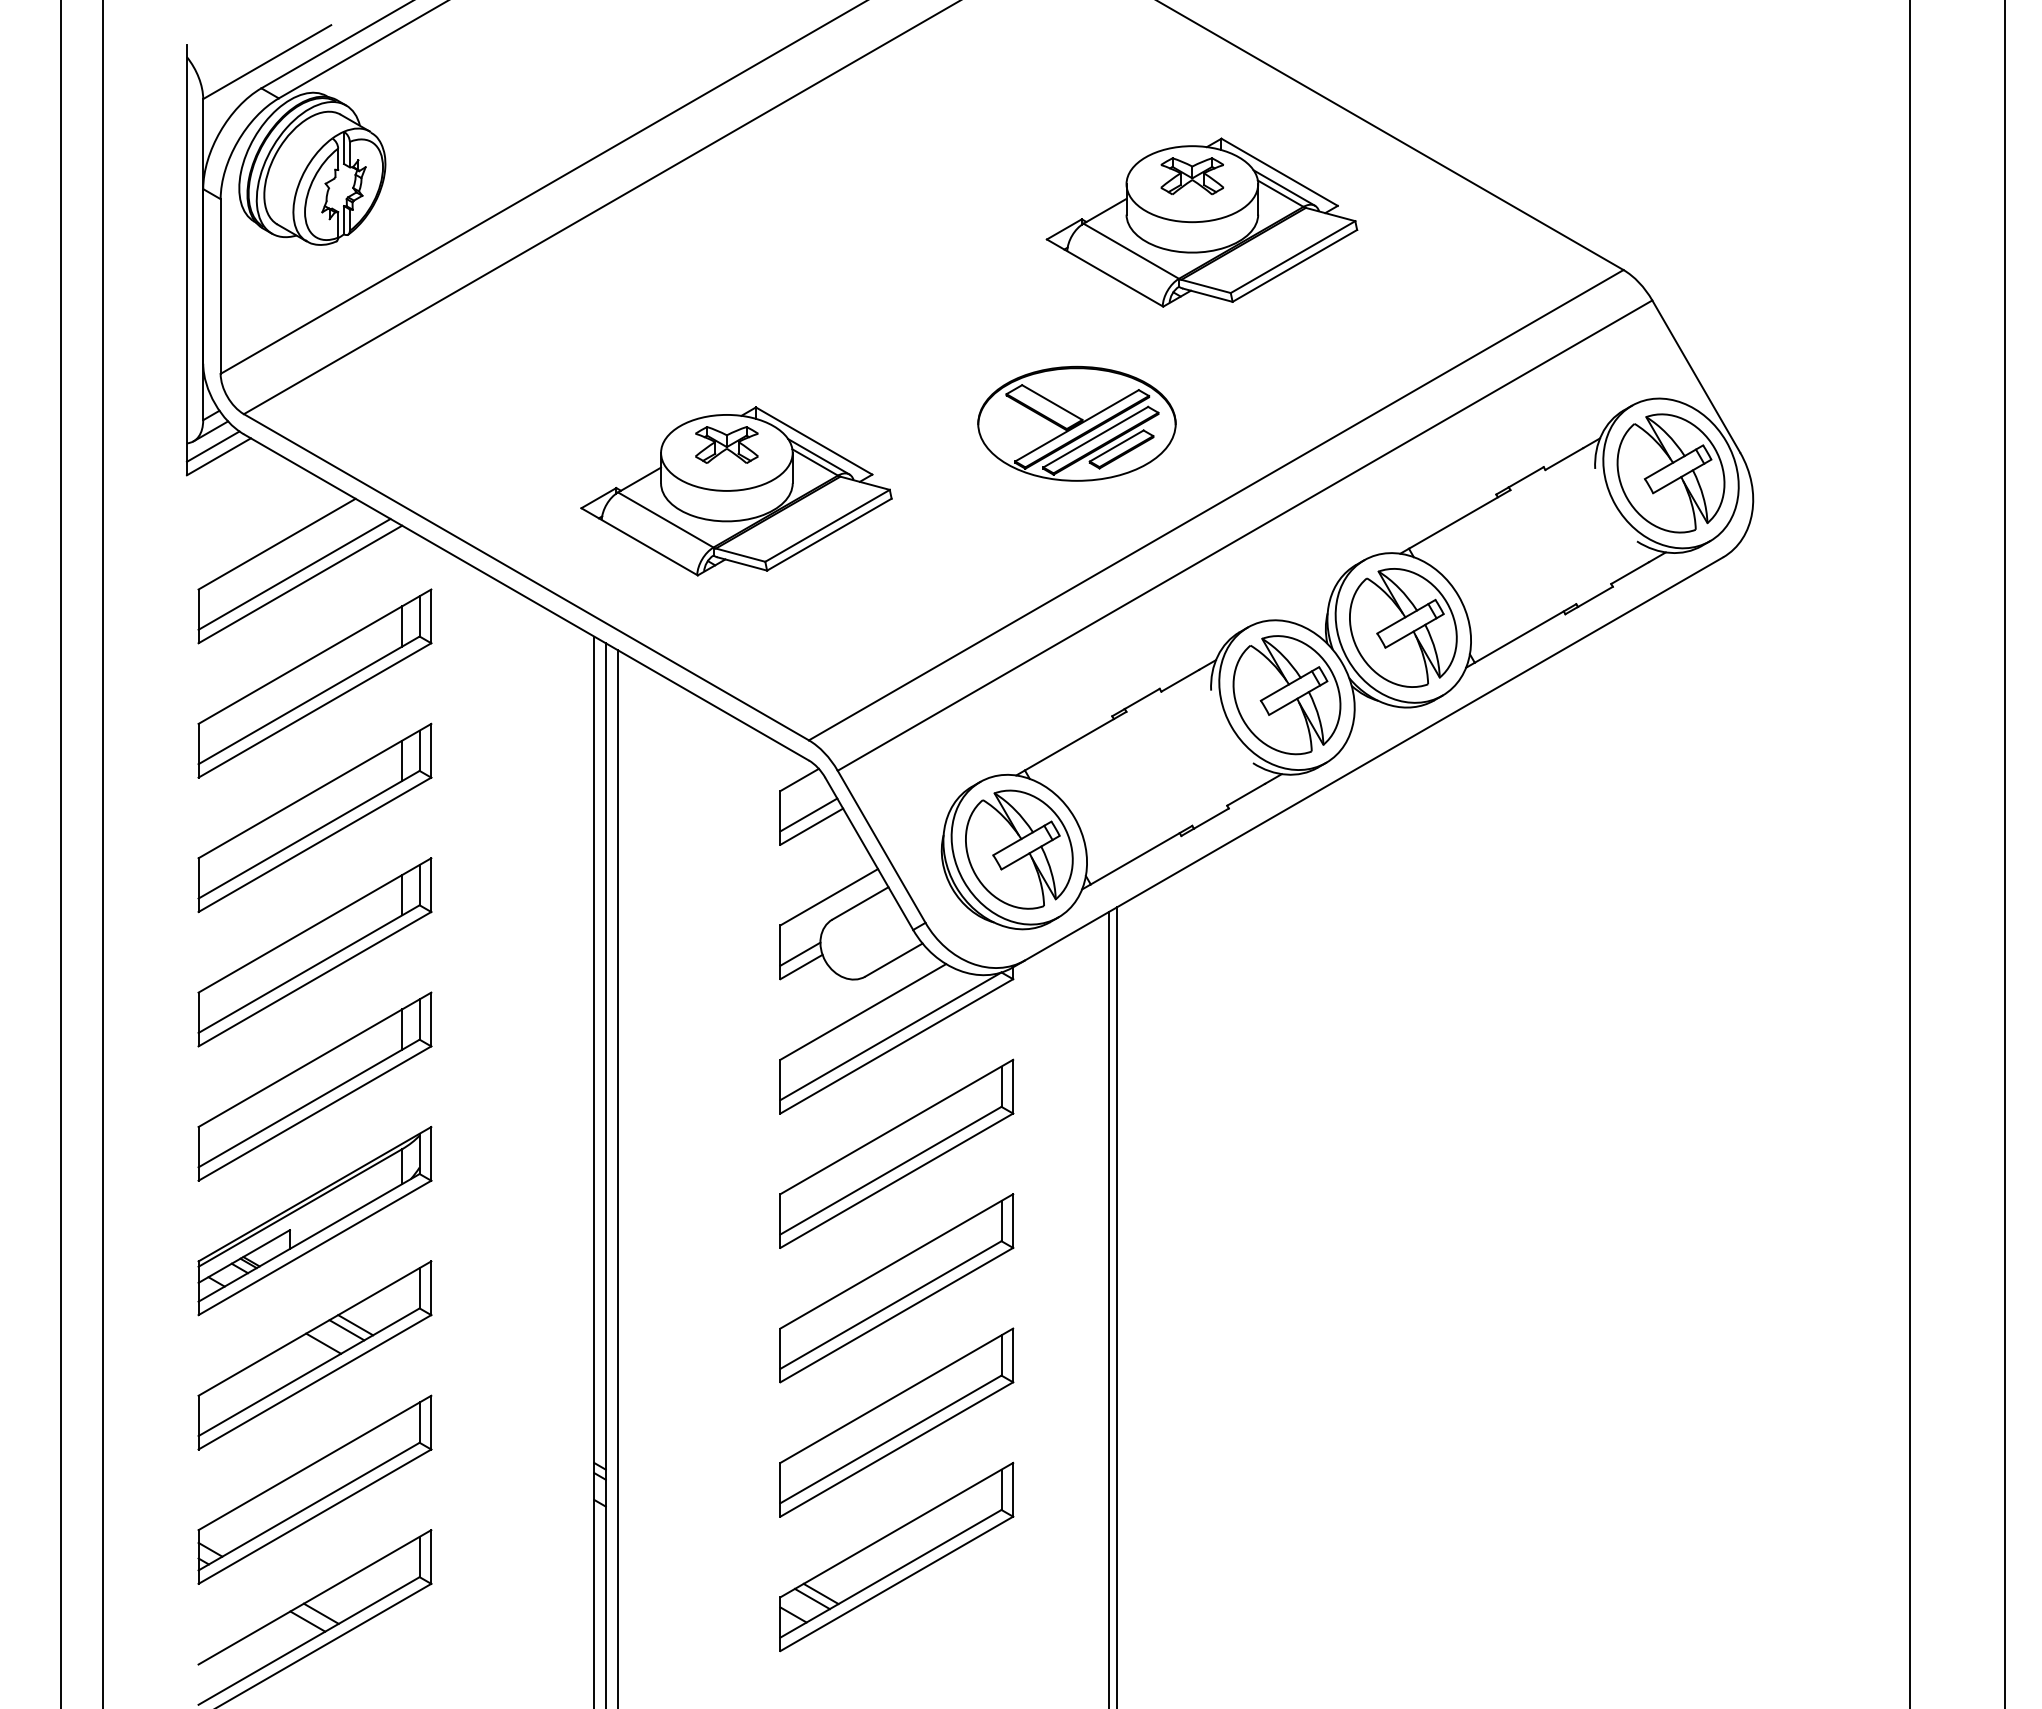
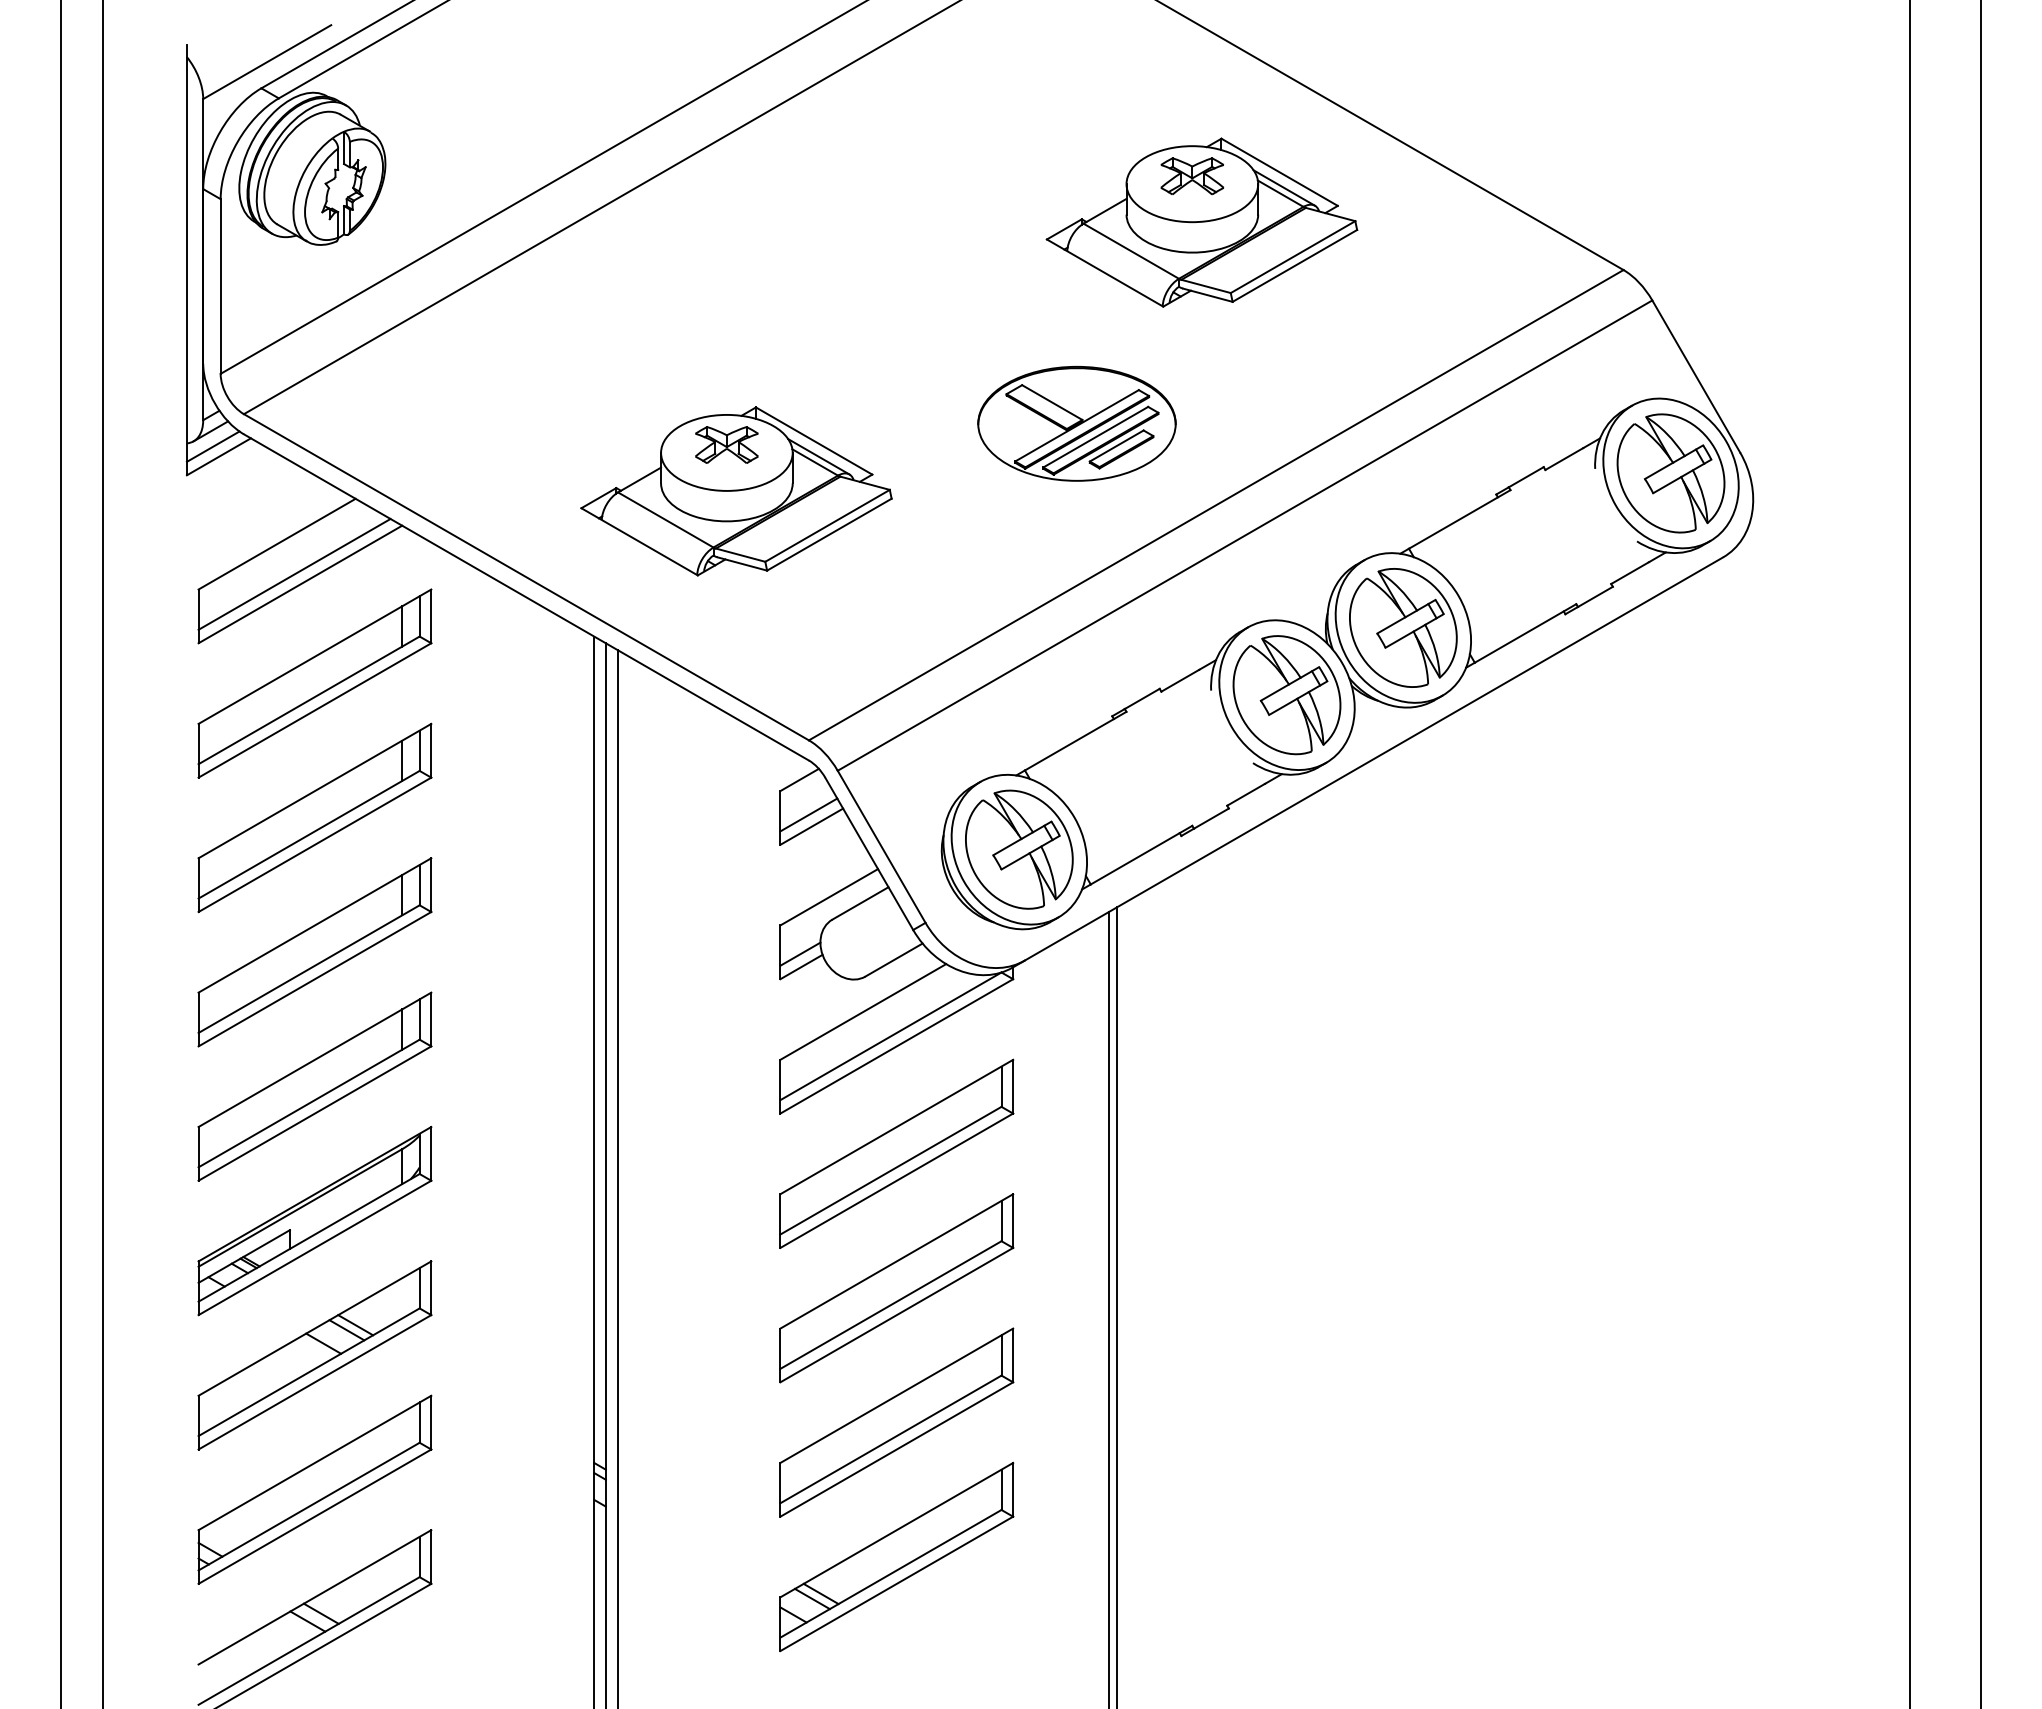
line at (2004, 853) position: (2004, 853) -> (1980, 853)
